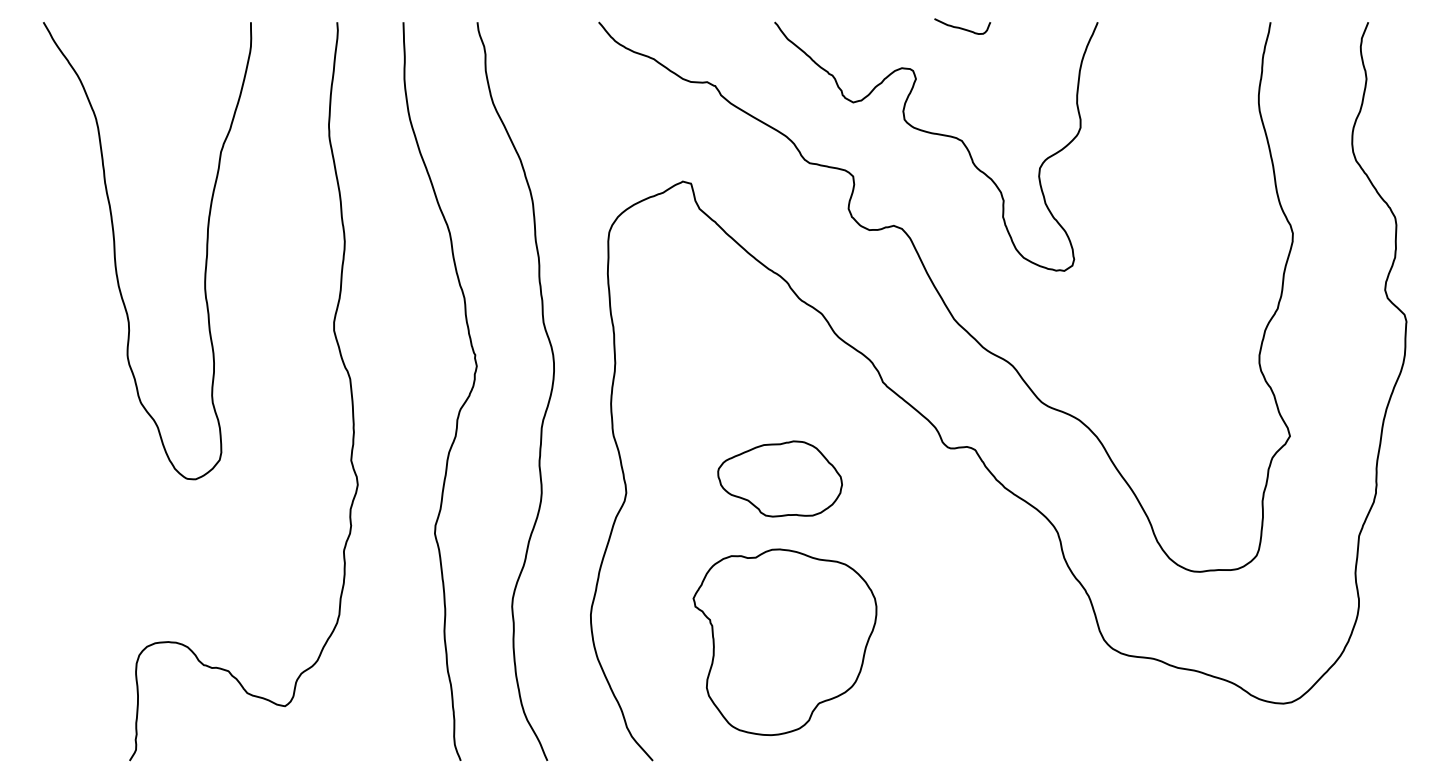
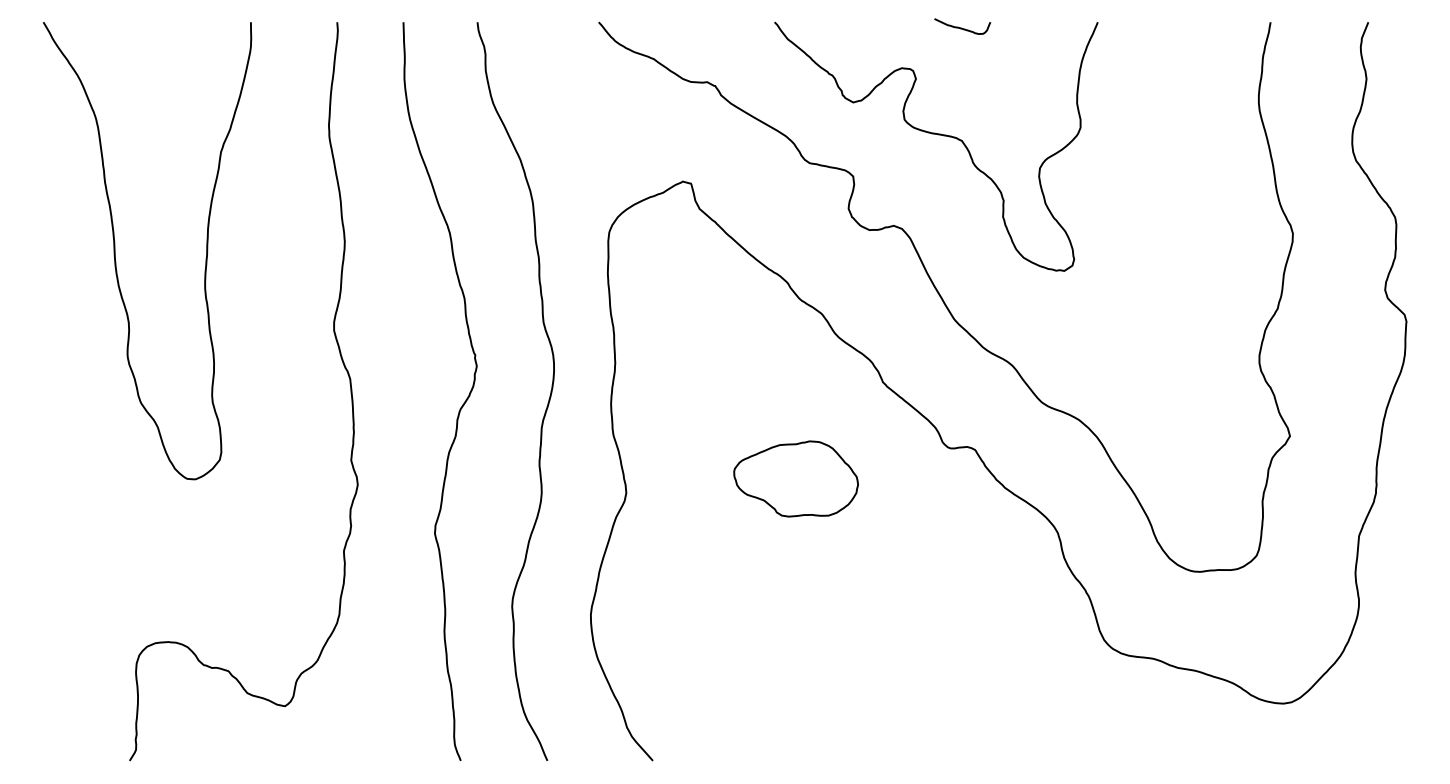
part at (779, 478) position: (779, 478) -> (795, 478)
part at (784, 642): present -> none
